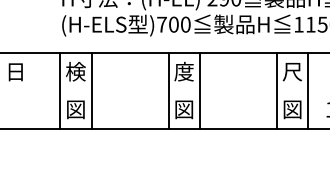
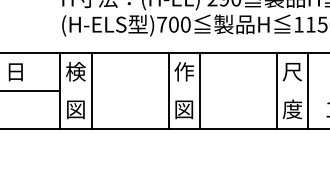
text at (184, 71): 度 -> 作
line at (31, 90): none -> present
text at (292, 109): 図 -> 度
